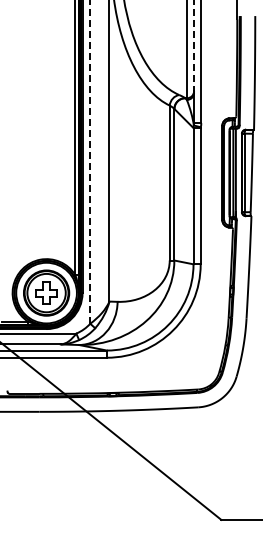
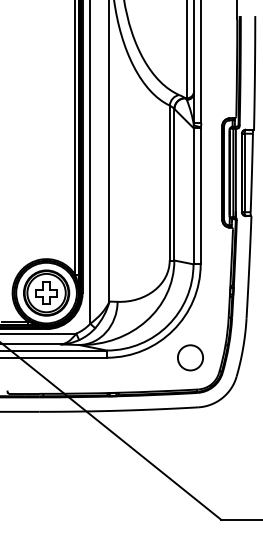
line at (194, 46): dashed -> solid
line at (90, 161): dashed -> solid
circle at (190, 357): none -> present
